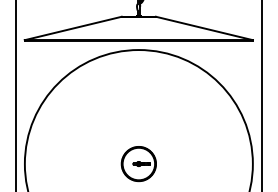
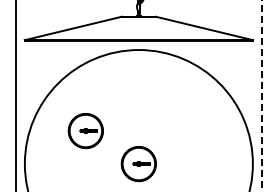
line at (262, 95): solid -> dashed
part at (85, 131): none -> present
